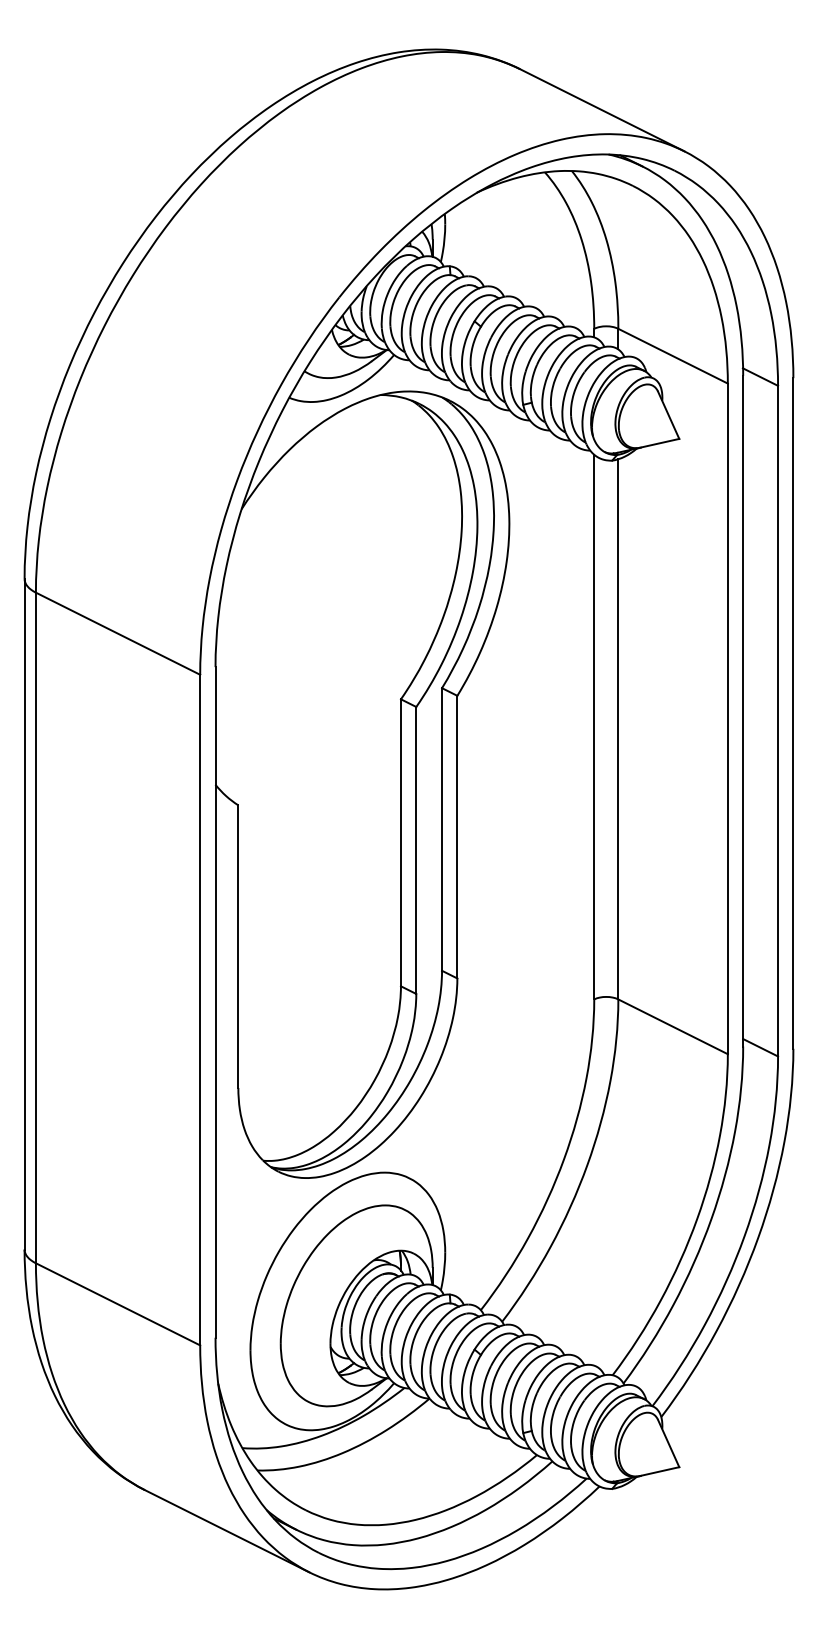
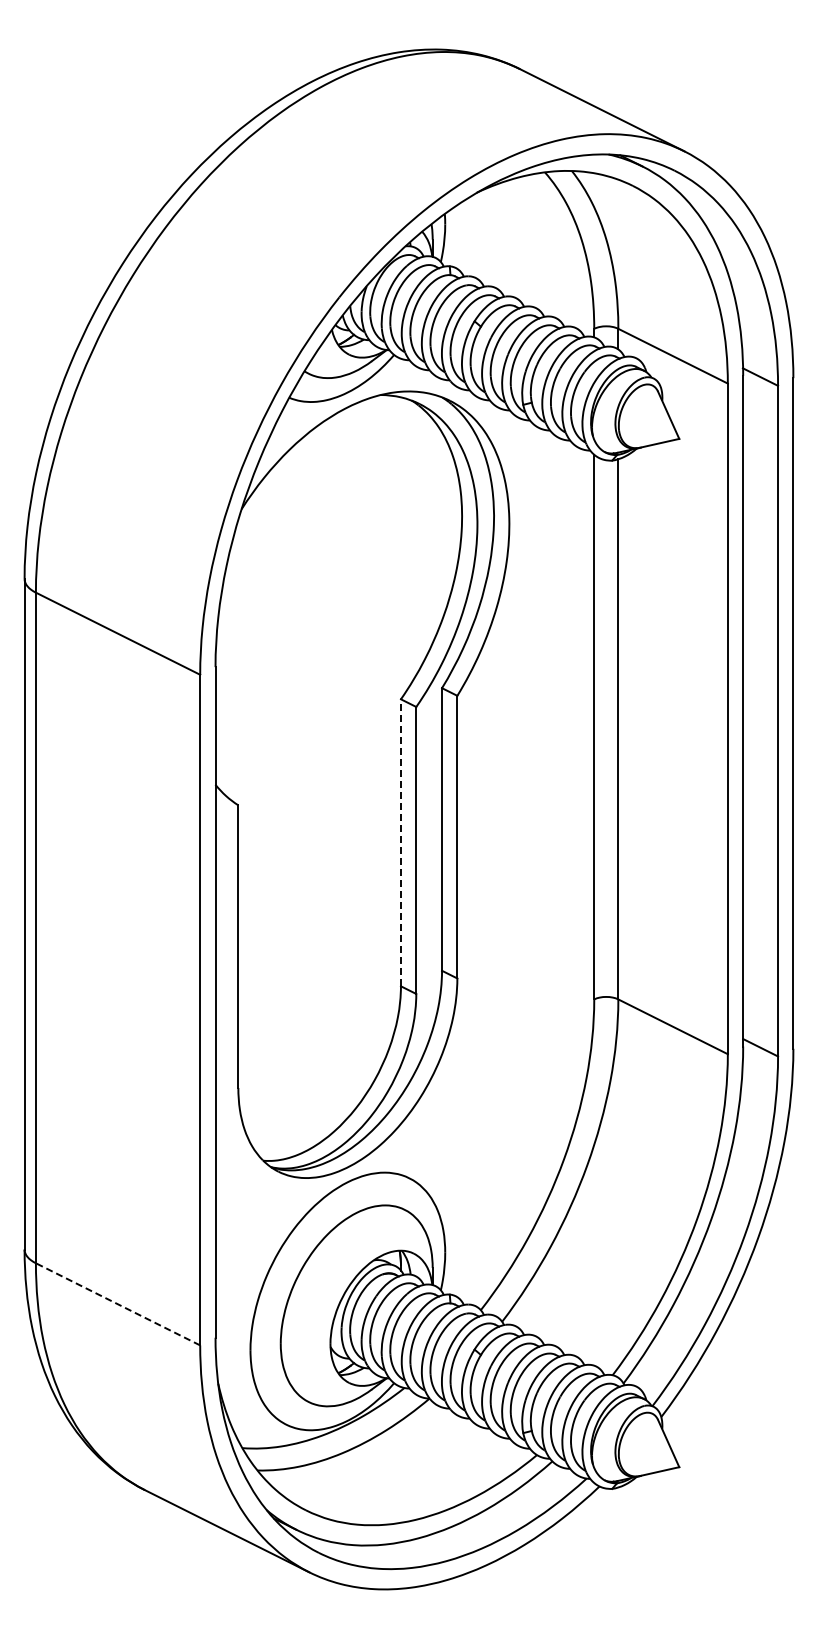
line at (400, 842): solid -> dashed
line at (118, 1304): solid -> dashed
